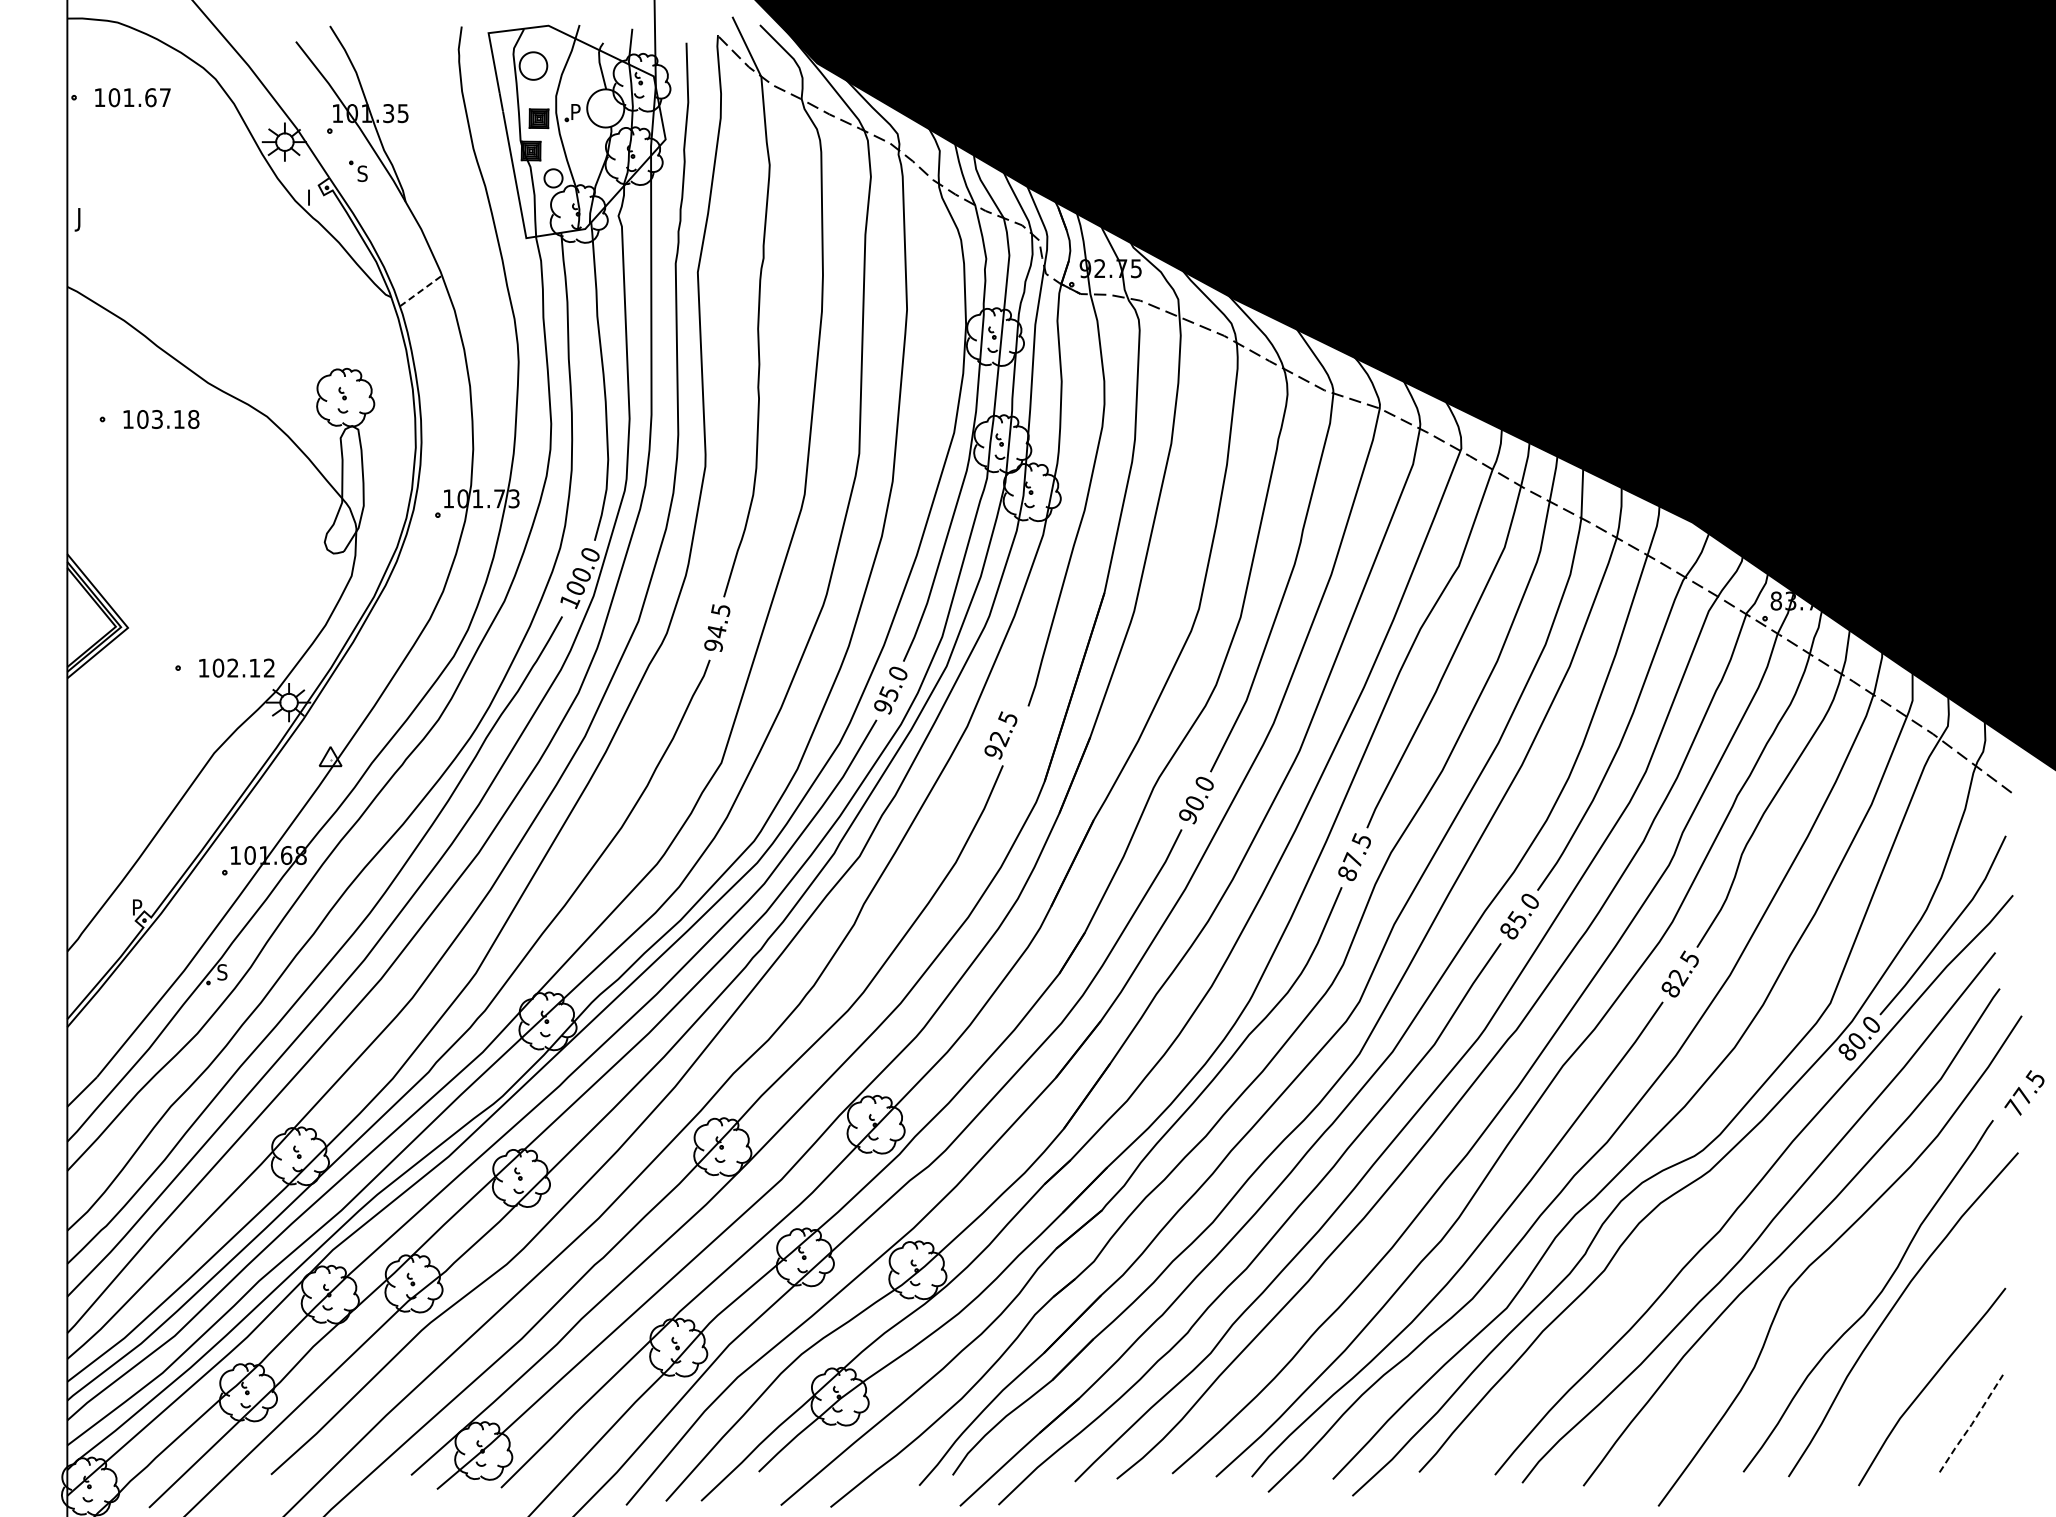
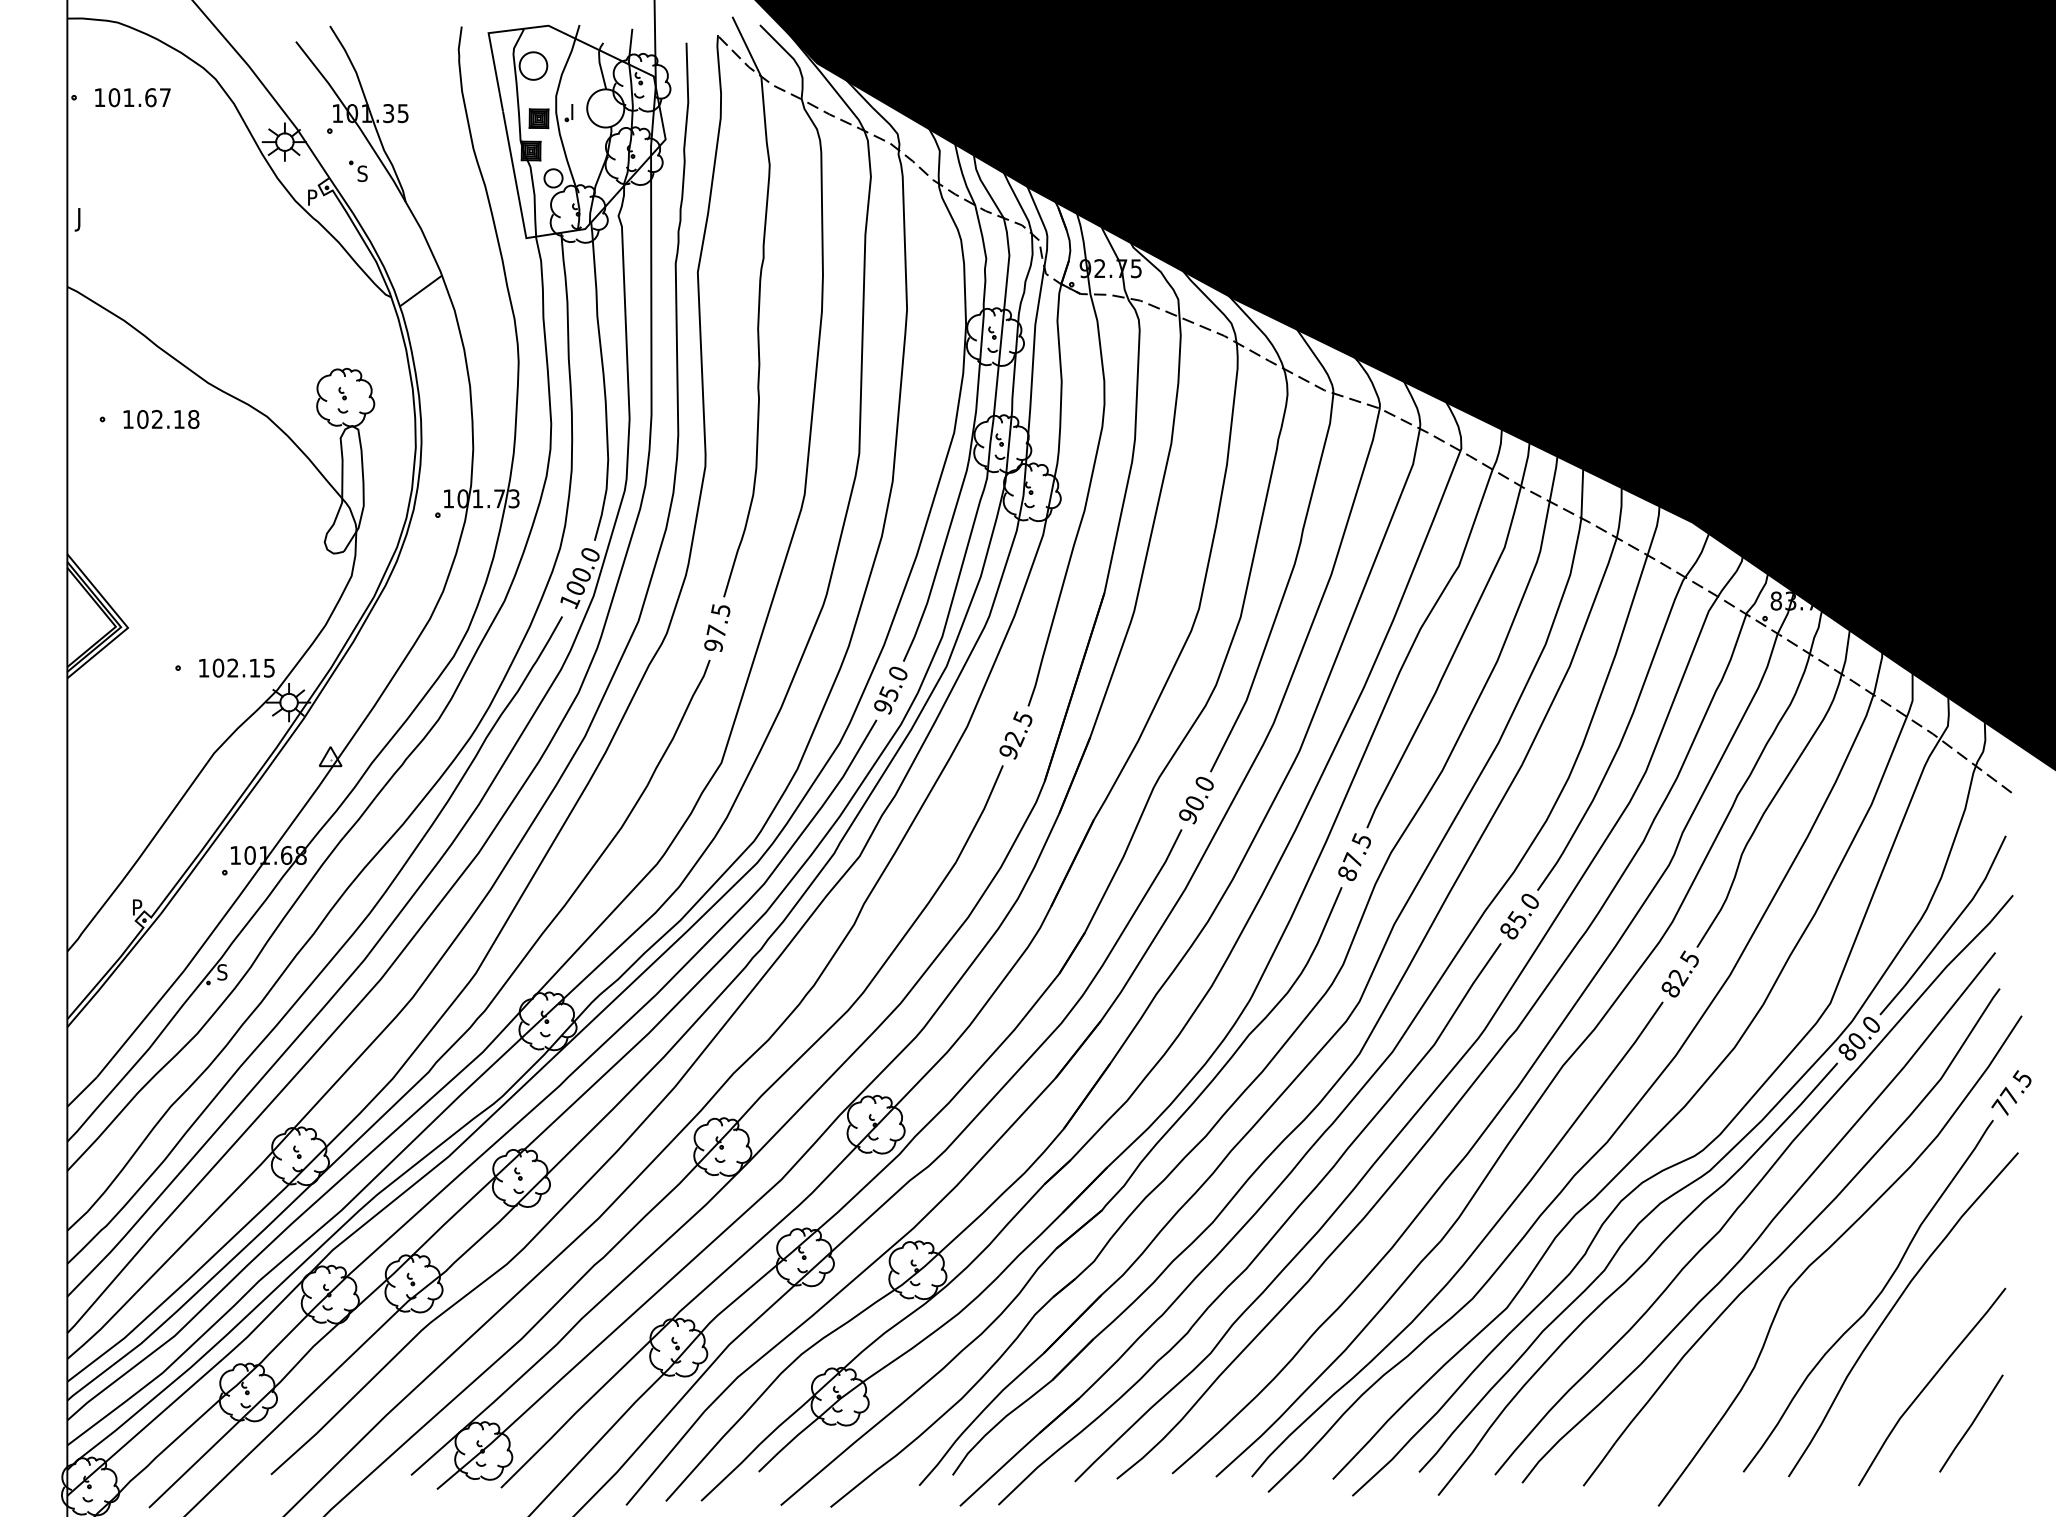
text at (576, 108): P -> I
text at (313, 194): I -> P
line at (421, 290): dashed -> solid
text at (157, 419): 103.18 -> 102.18
text at (716, 631): 94.5 -> 97.5
text at (269, 667): 102.12 -> 102.15
text at (1000, 735) position: (1000, 735) -> (1015, 735)
text at (2024, 1092) position: (2024, 1092) -> (2011, 1092)
curve at (1634, 1274): none -> present
line at (1971, 1424): dashed -> solid
